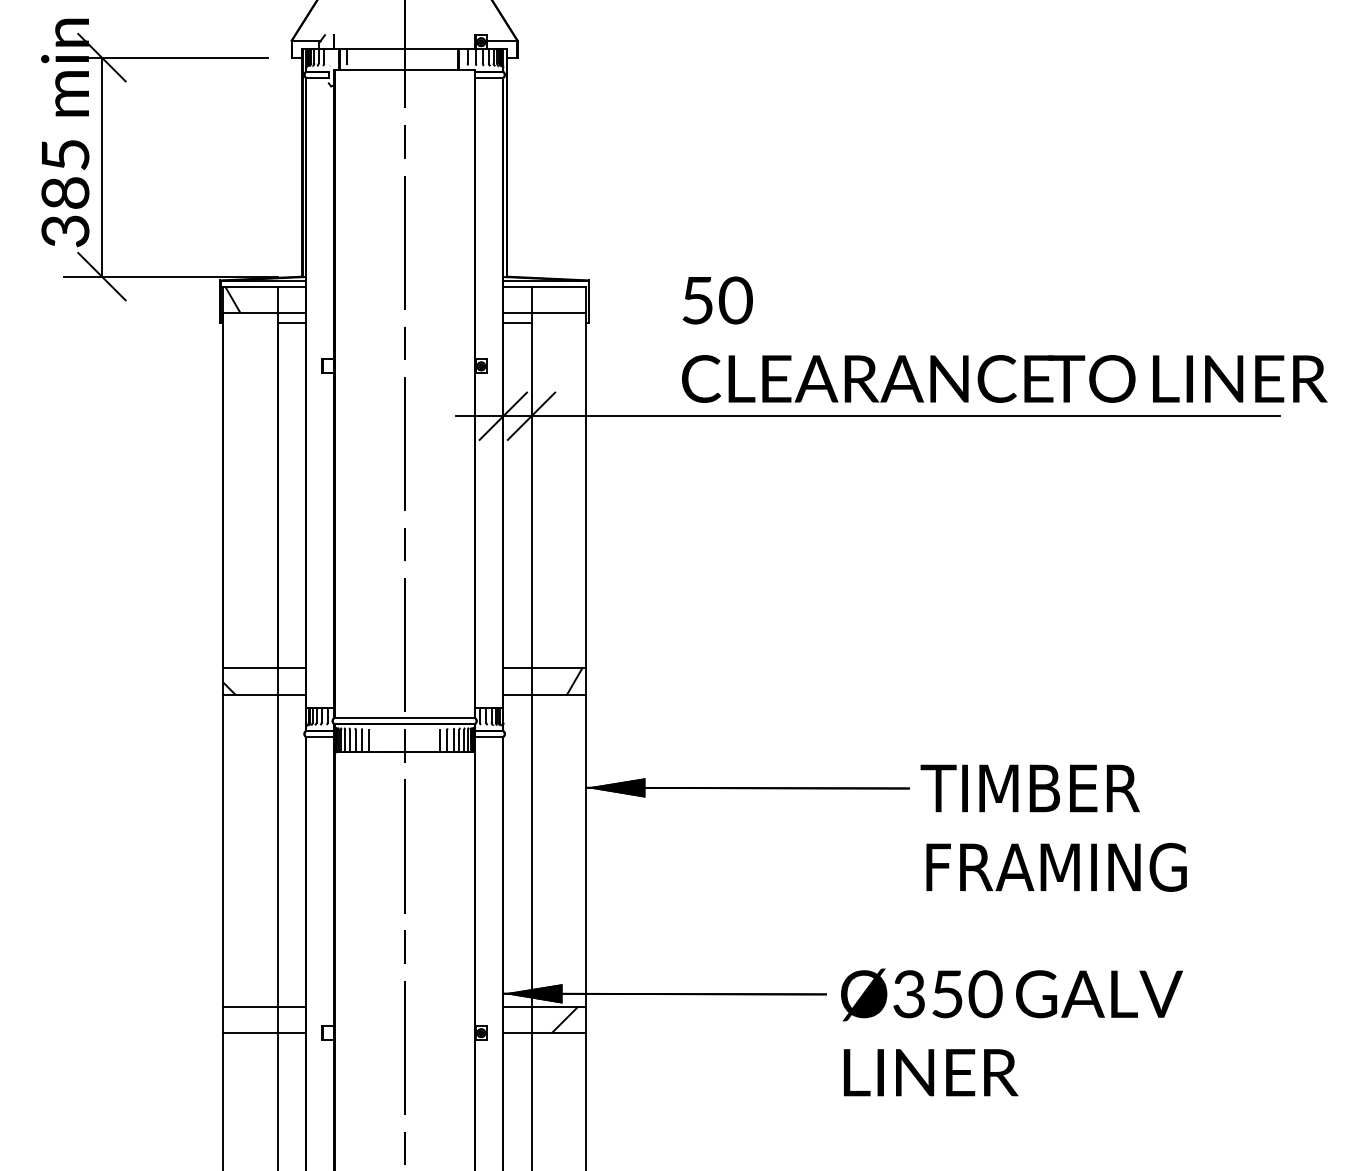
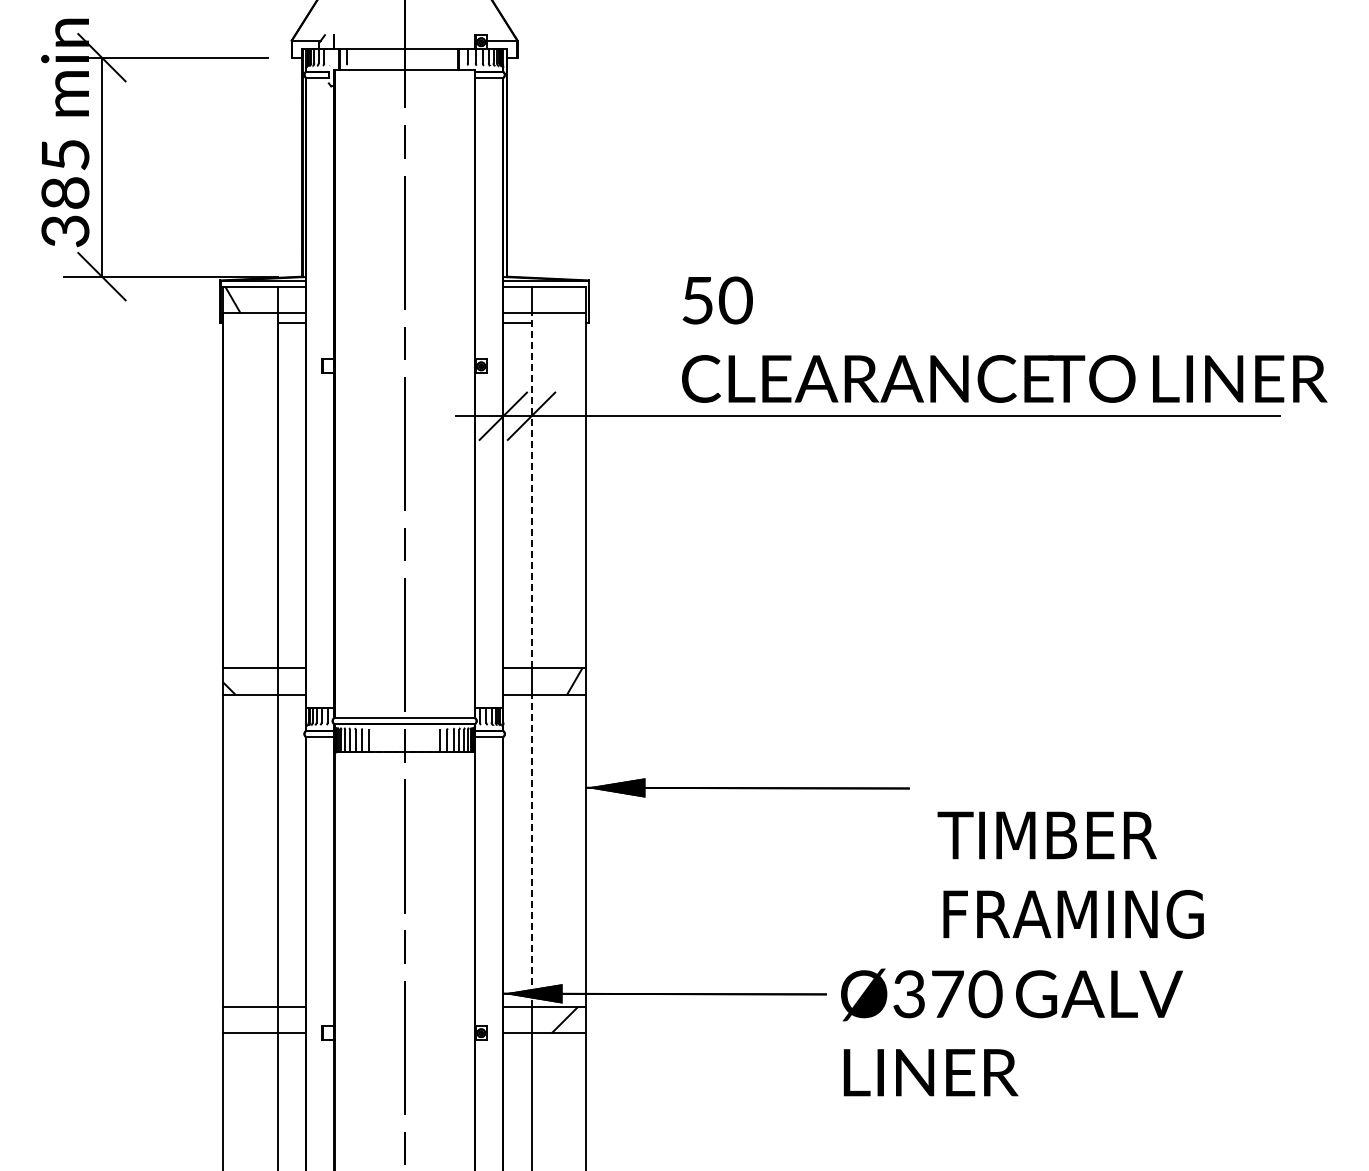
line at (531, 490): solid -> dashed
text at (1053, 827) position: (1053, 827) -> (1070, 874)
line at (531, 850): solid -> dashed
text at (947, 994): Ø350 -> Ø370
